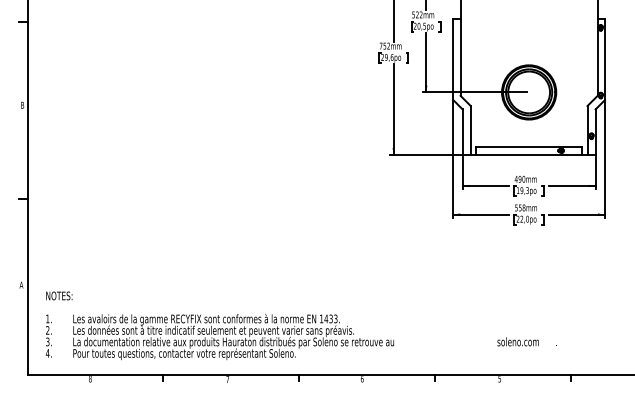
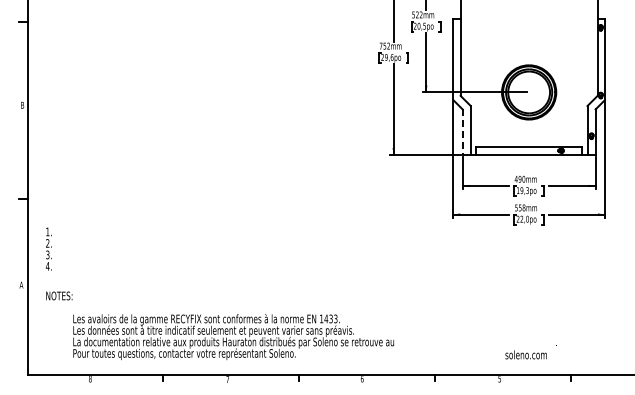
line at (462, 132): solid -> dashed
text at (48, 335) position: (48, 335) -> (48, 248)
text at (517, 341) position: (517, 341) -> (525, 354)
